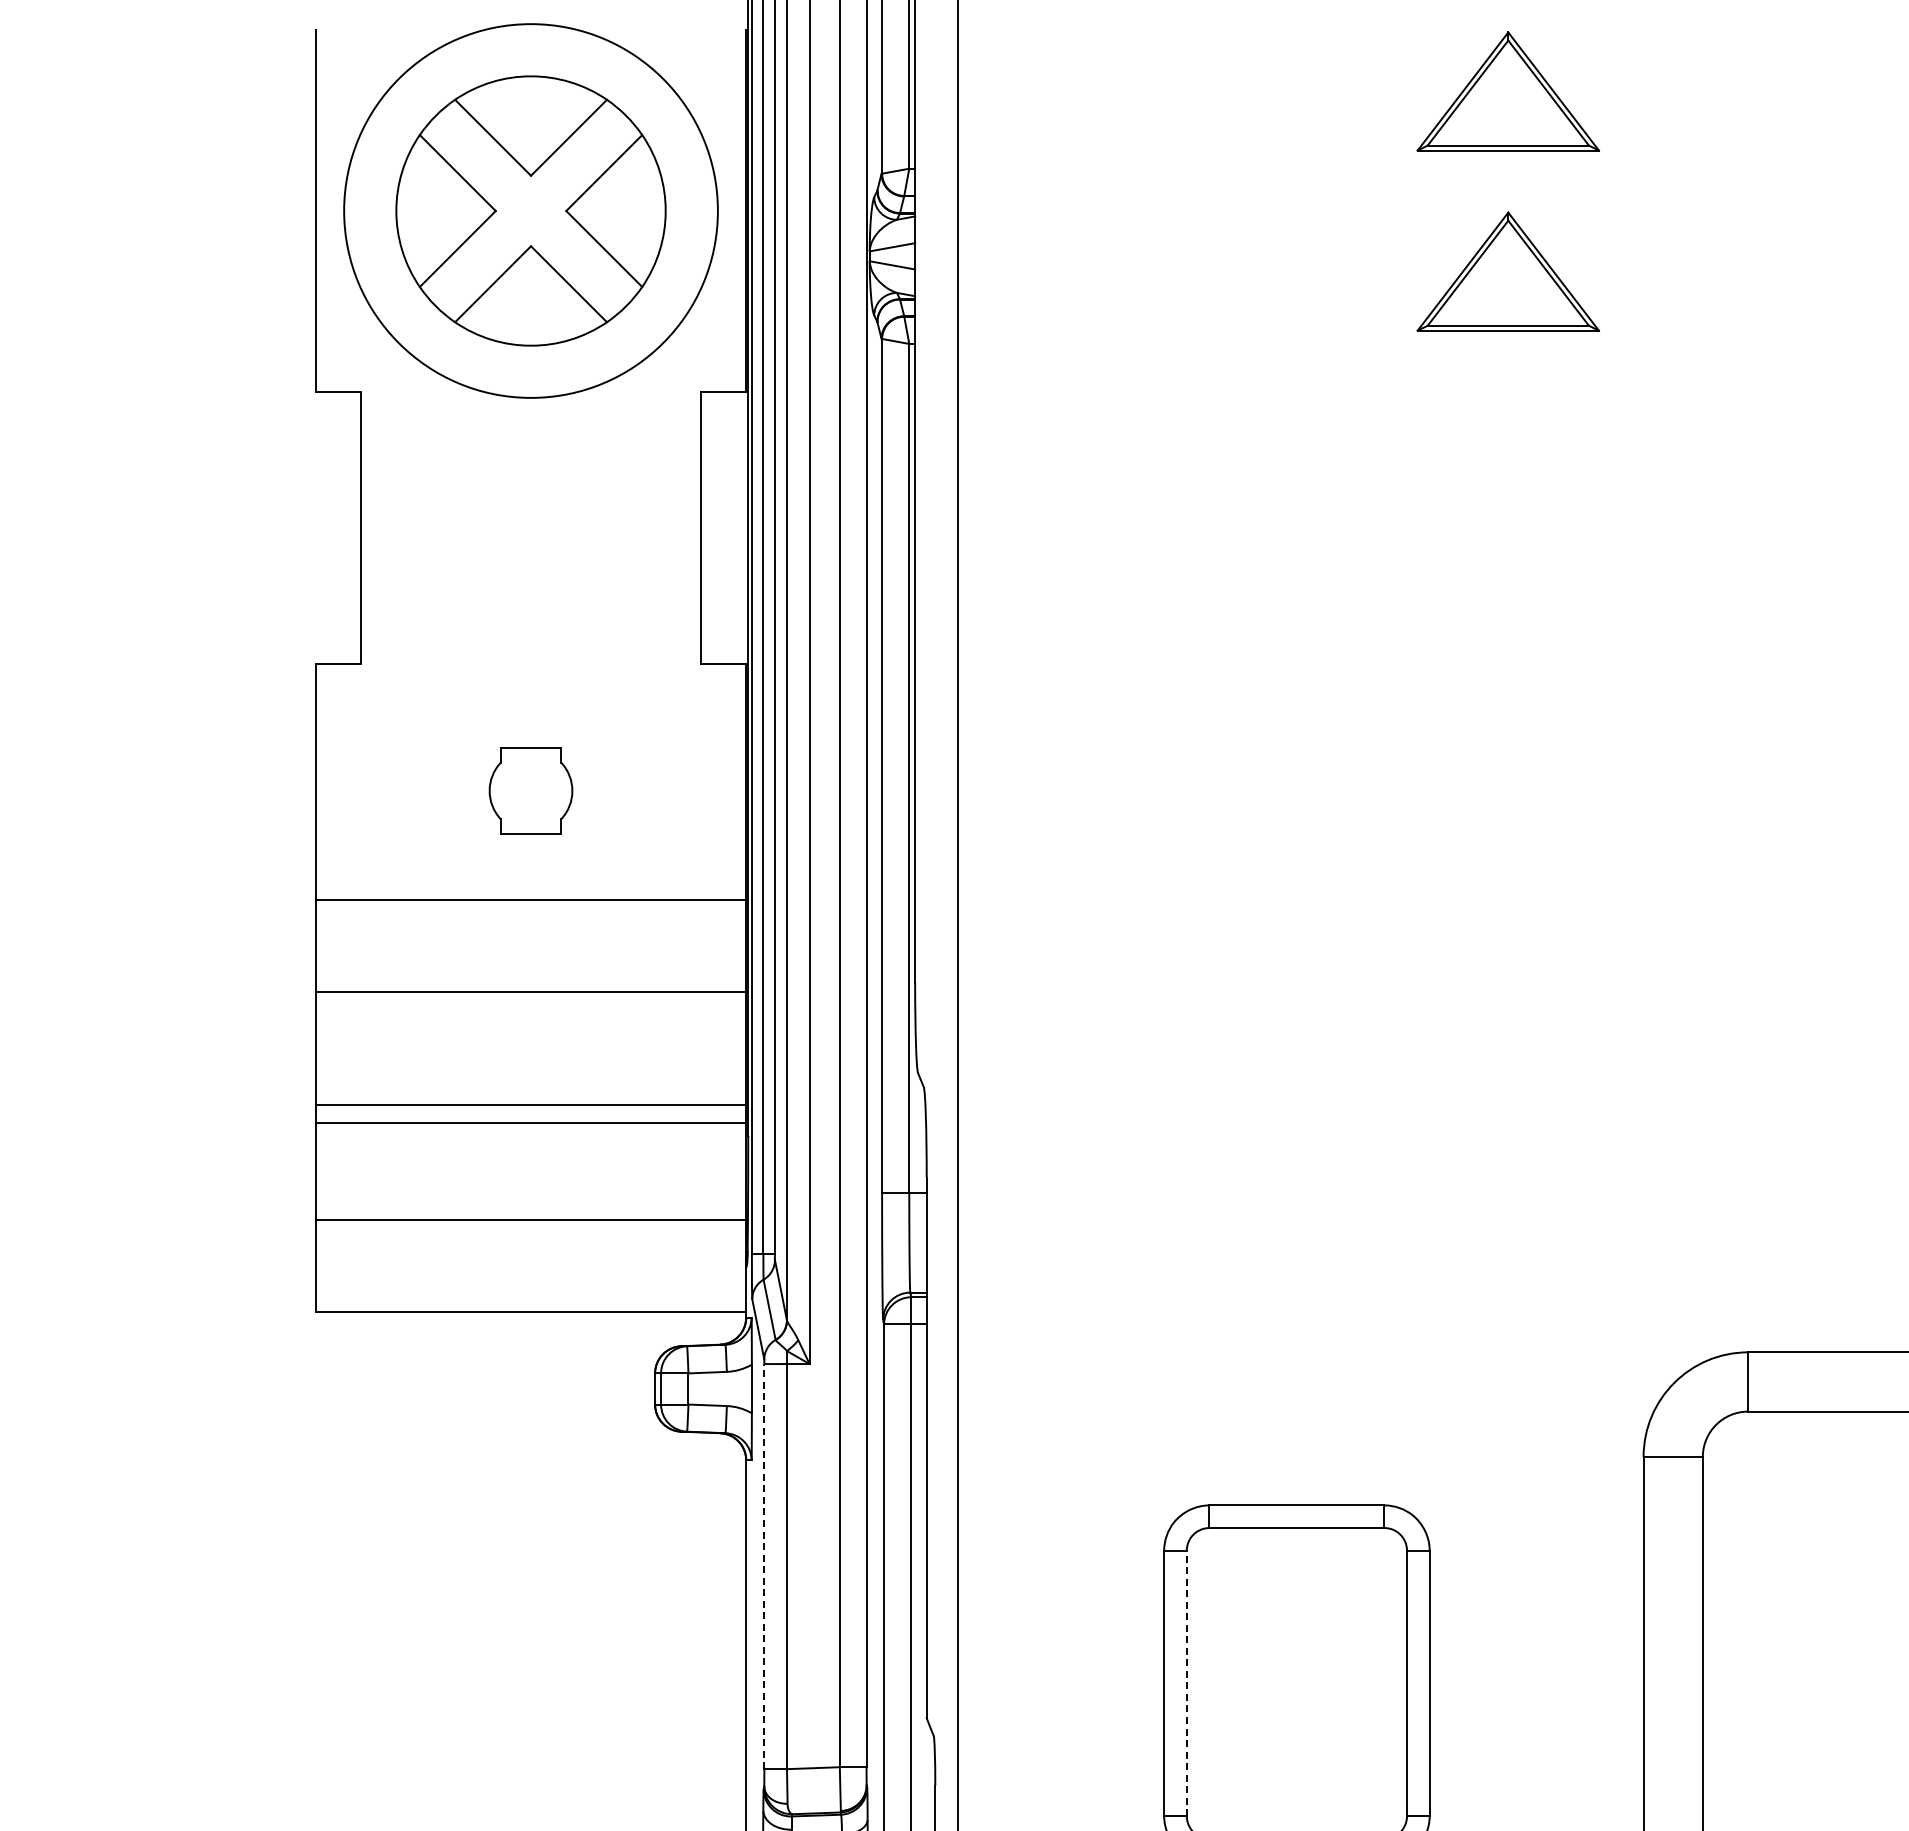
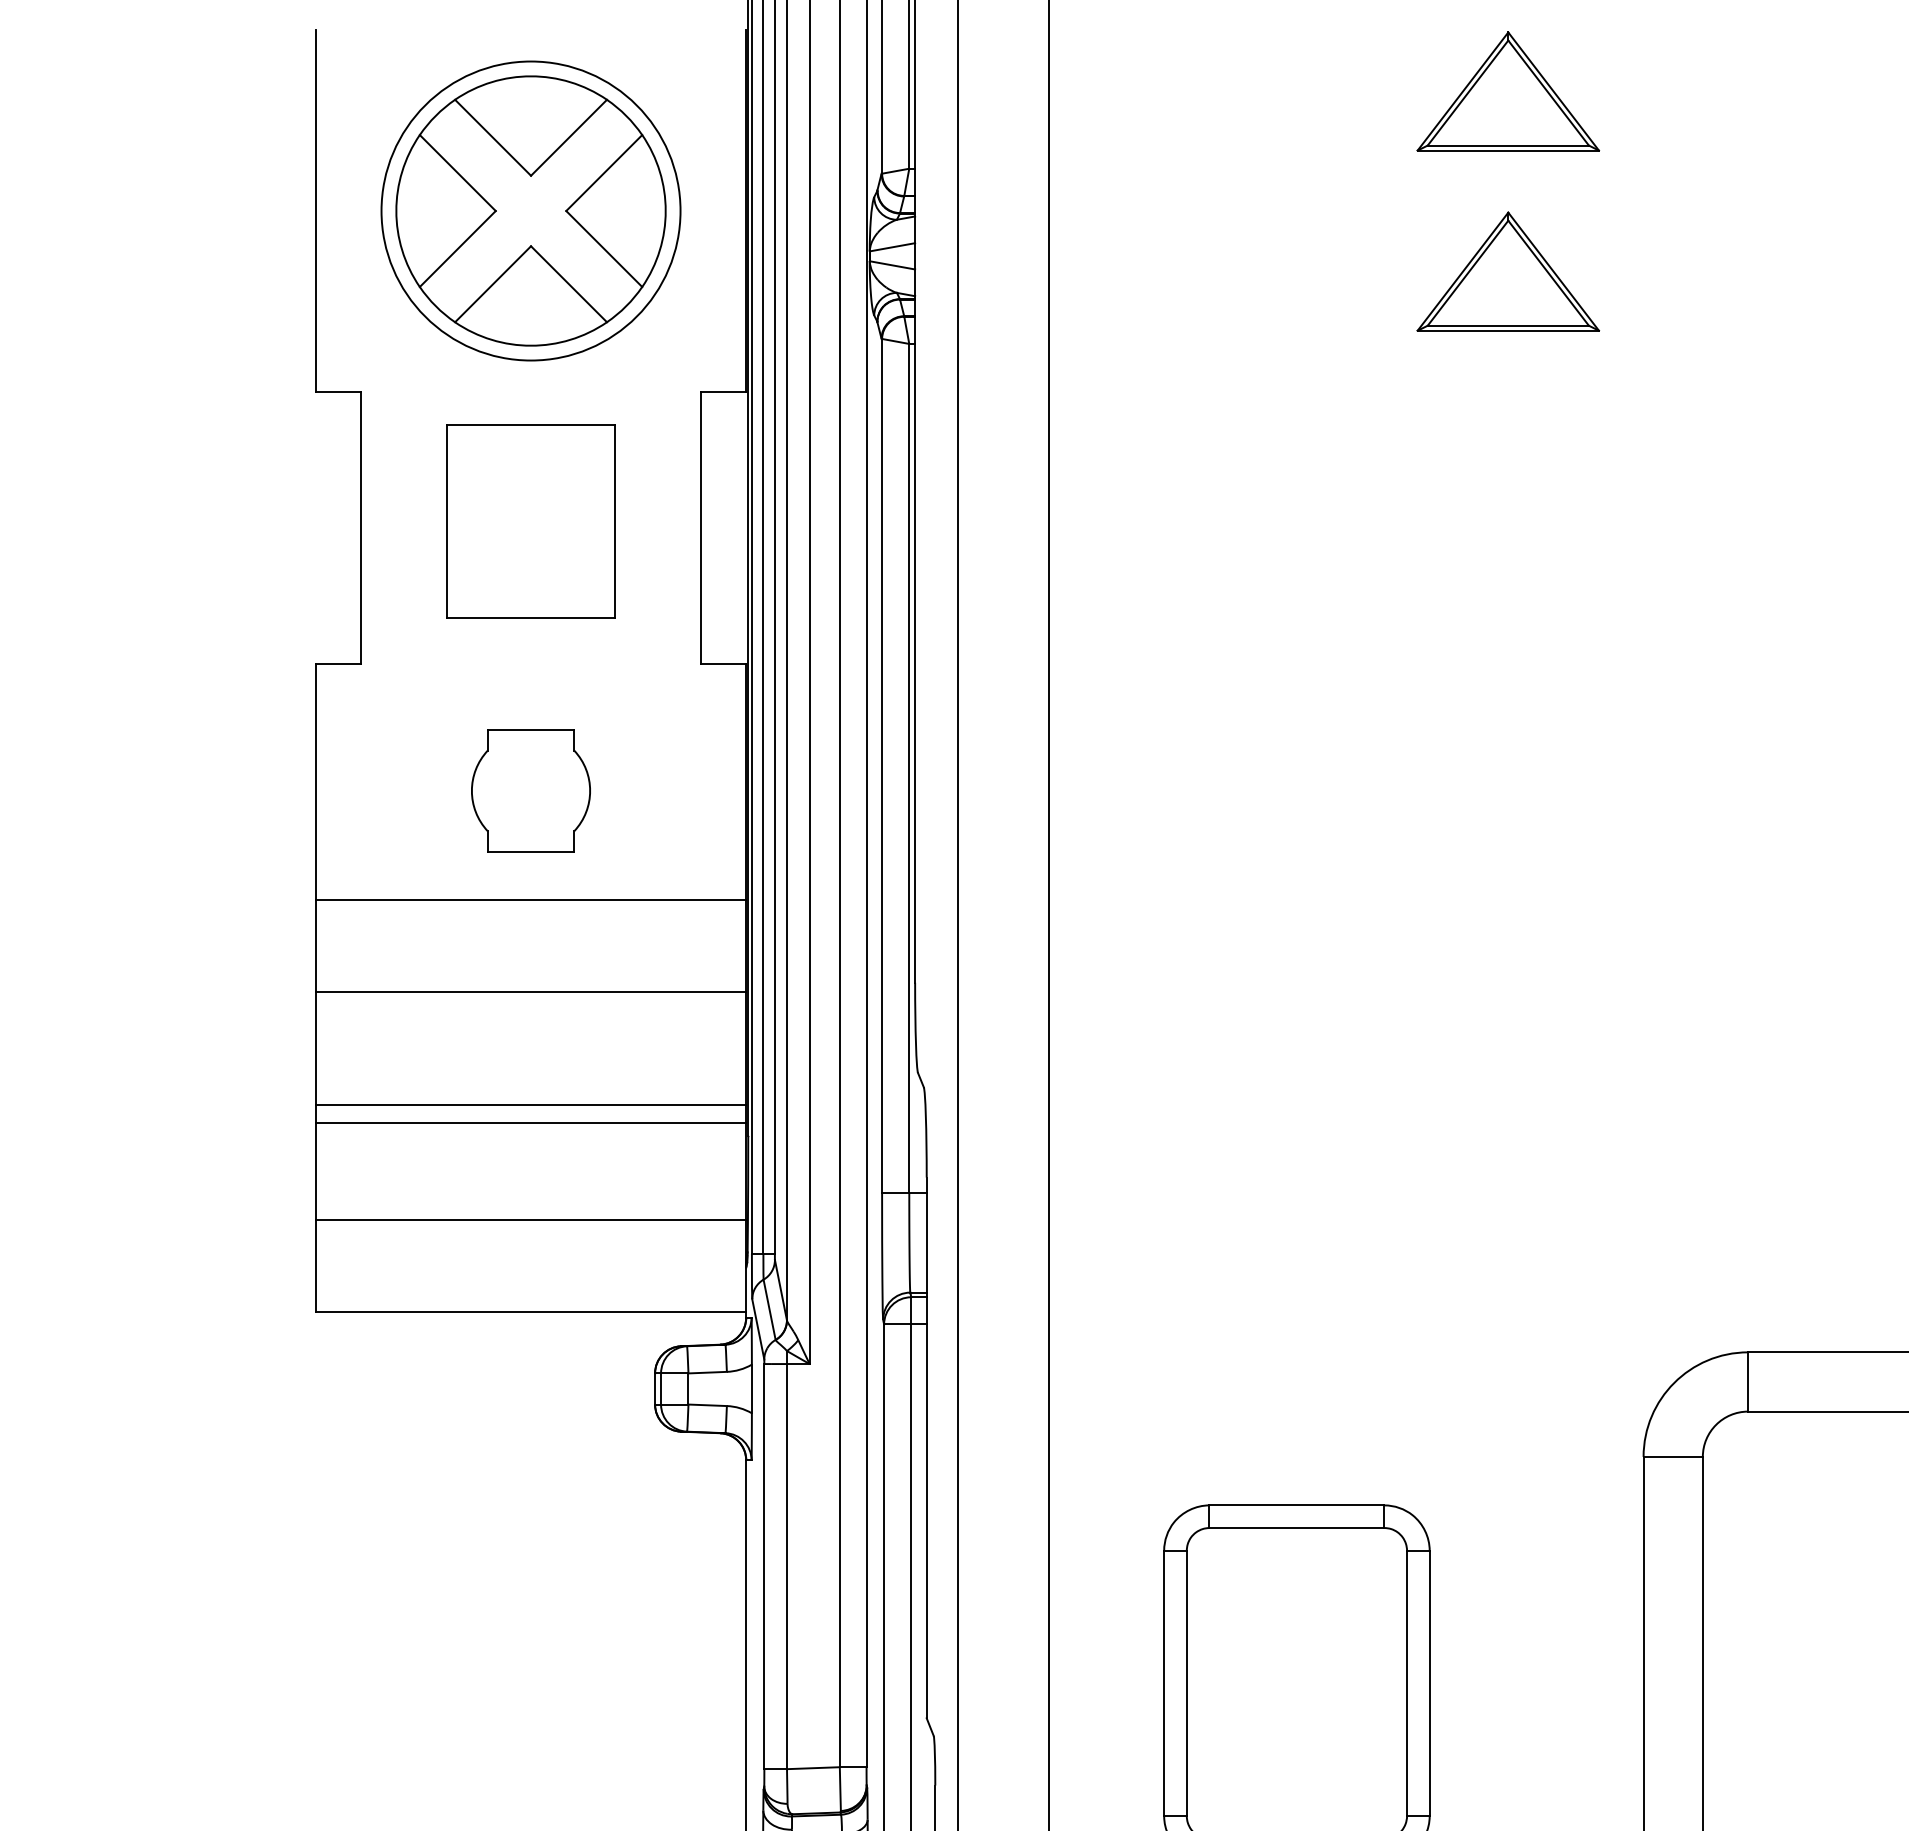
circle at (530, 210) diameter: 374 px -> 299 px
part at (530, 521): none -> present
part at (530, 790) size: 86x88 px -> 120x124 px
line at (1048, 914): none -> present
line at (764, 1566): dashed -> solid
line at (1186, 1683): dashed -> solid
